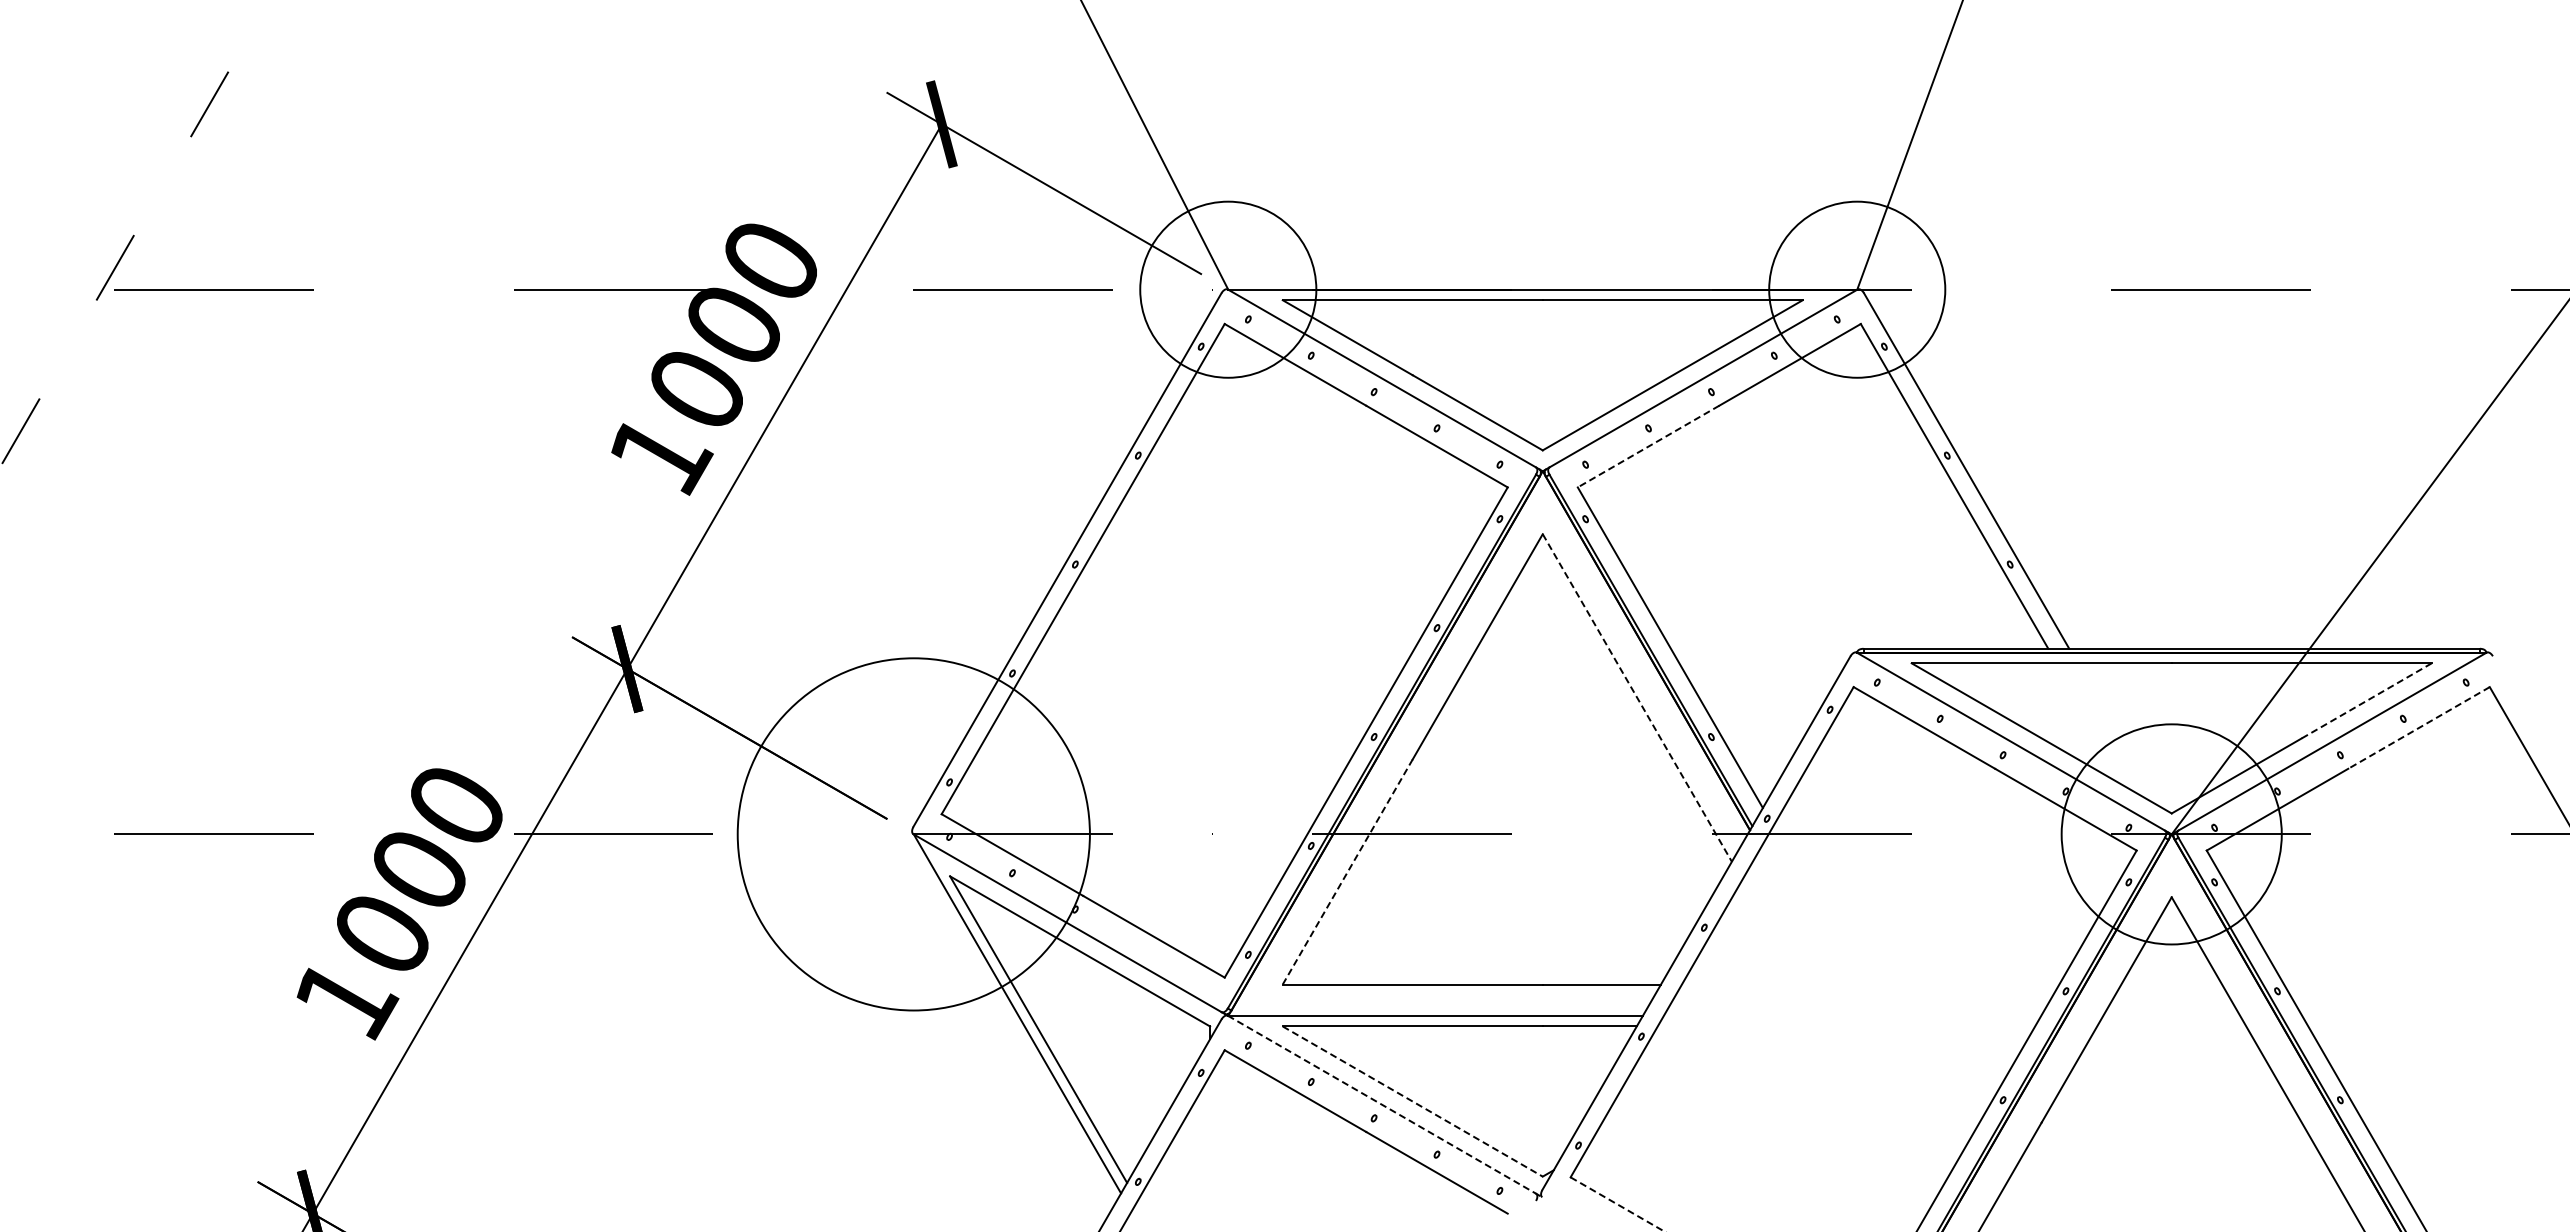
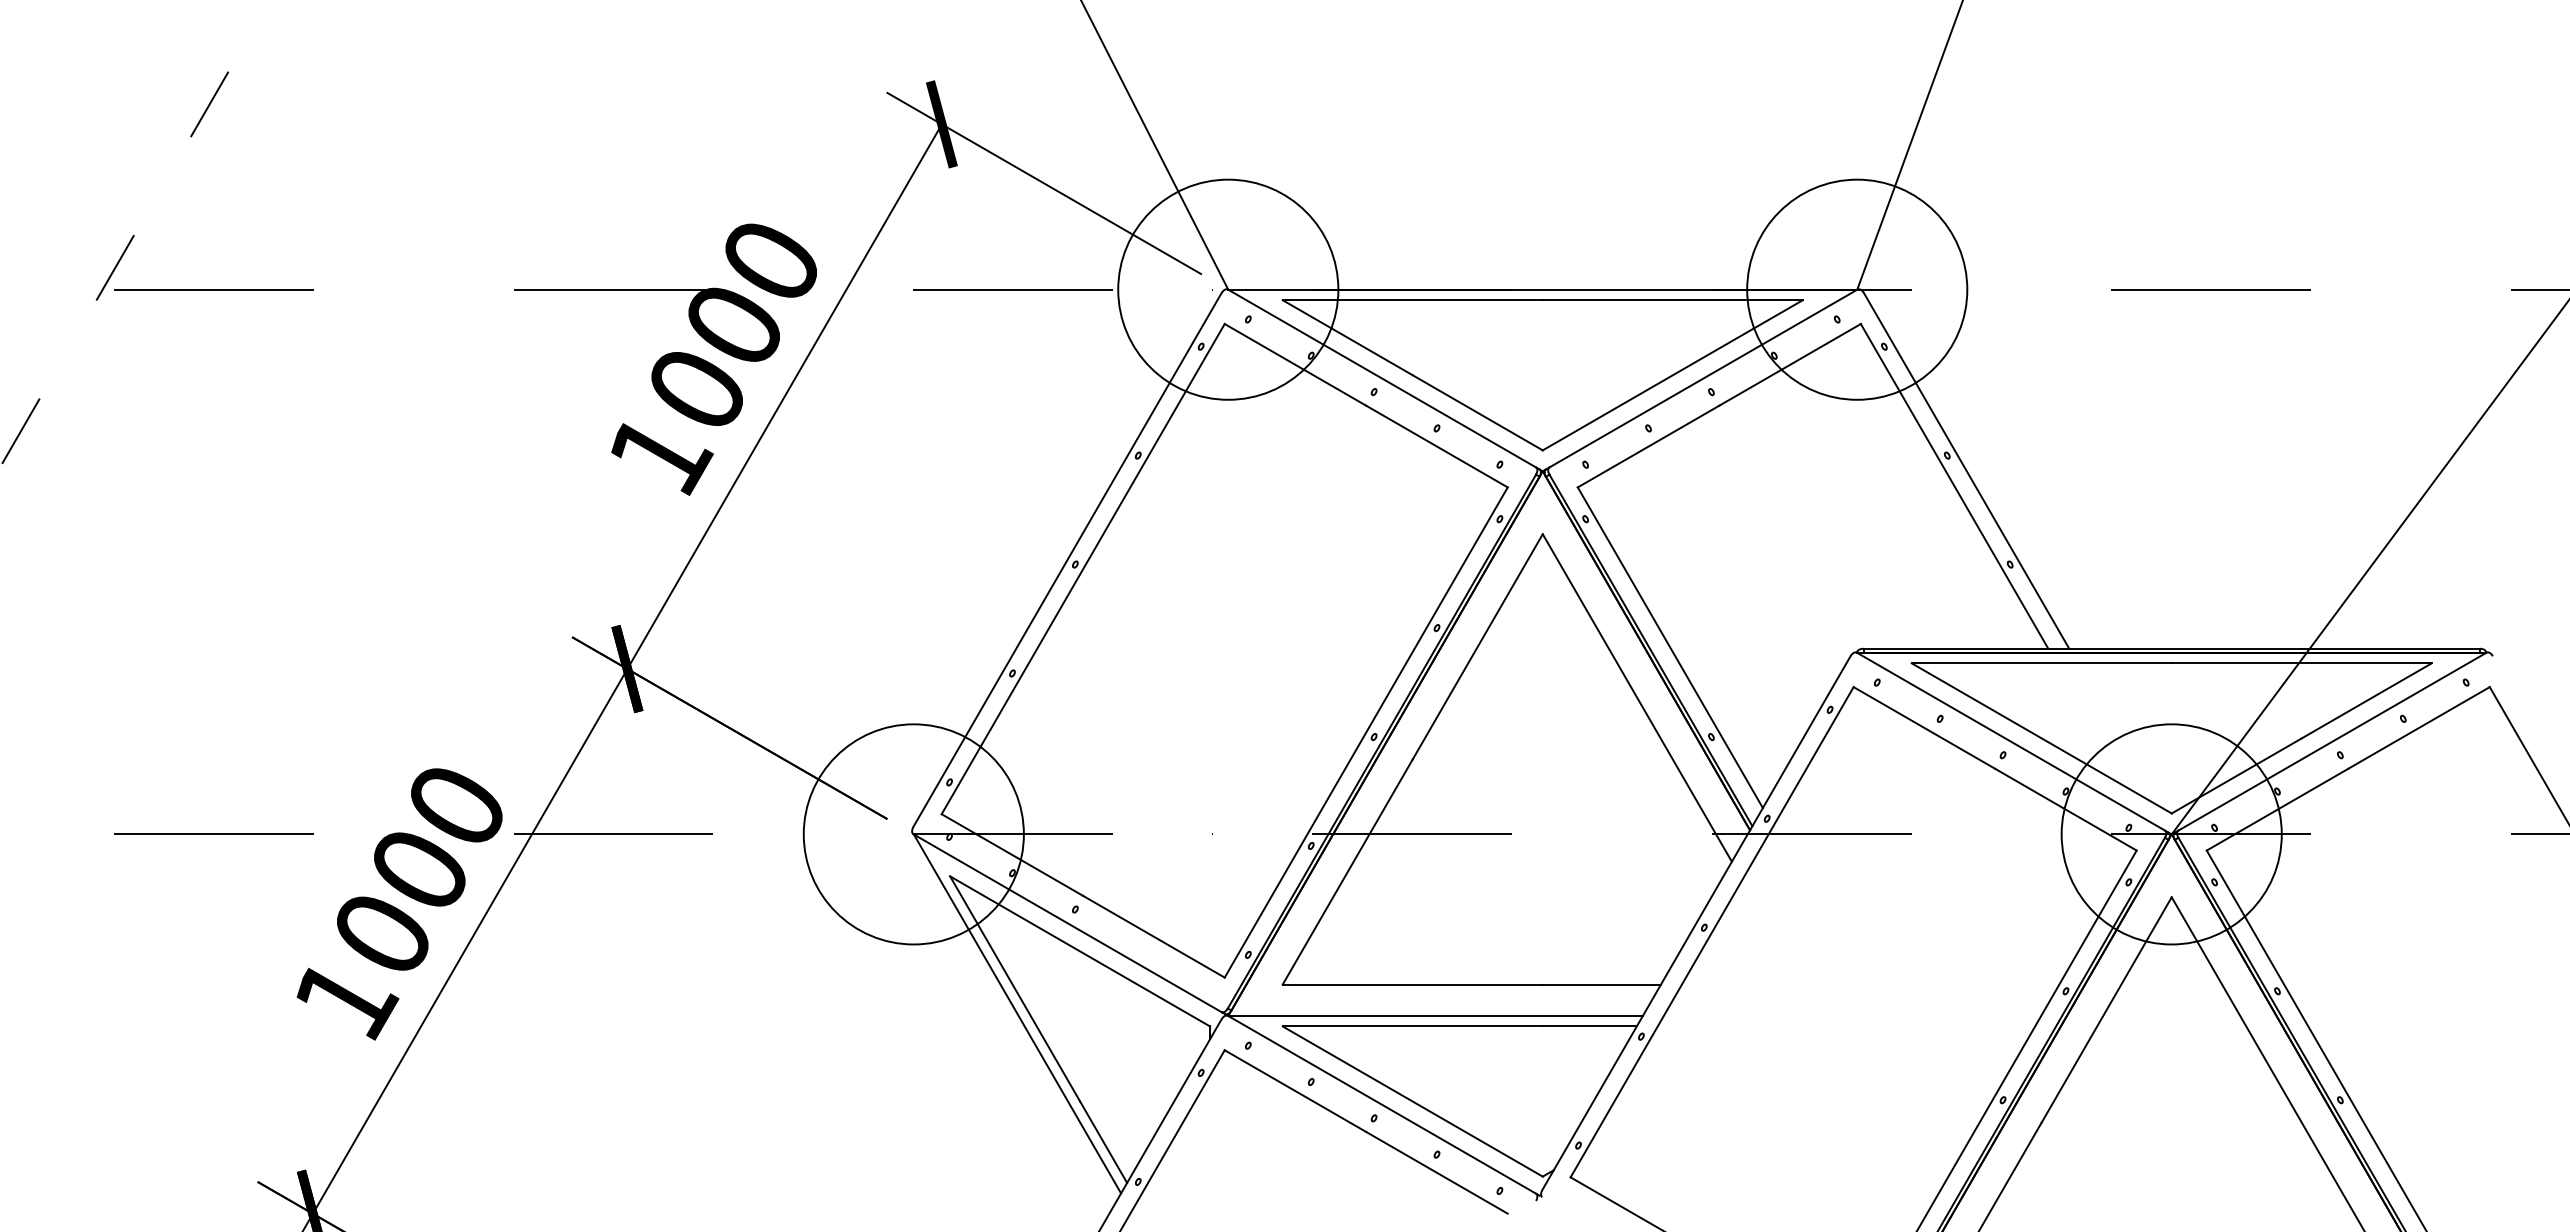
circle at (1228, 289) diameter: 176 px -> 220 px
circle at (1857, 289) diameter: 176 px -> 220 px
line at (1648, 446): dashed -> solid
line at (1637, 698): dashed -> solid
line at (2366, 701): dashed -> solid
line at (2419, 727): dashed -> solid
circle at (913, 834) diameter: 352 px -> 220 px
line at (1347, 871): dashed -> solid
line at (1413, 1101): dashed -> solid
line at (1381, 1104): dashed -> solid
line at (1618, 1204): dashed -> solid
